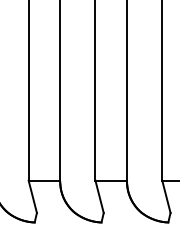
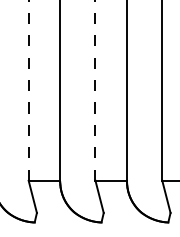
line at (28, 89): solid -> dashed
line at (95, 89): solid -> dashed
